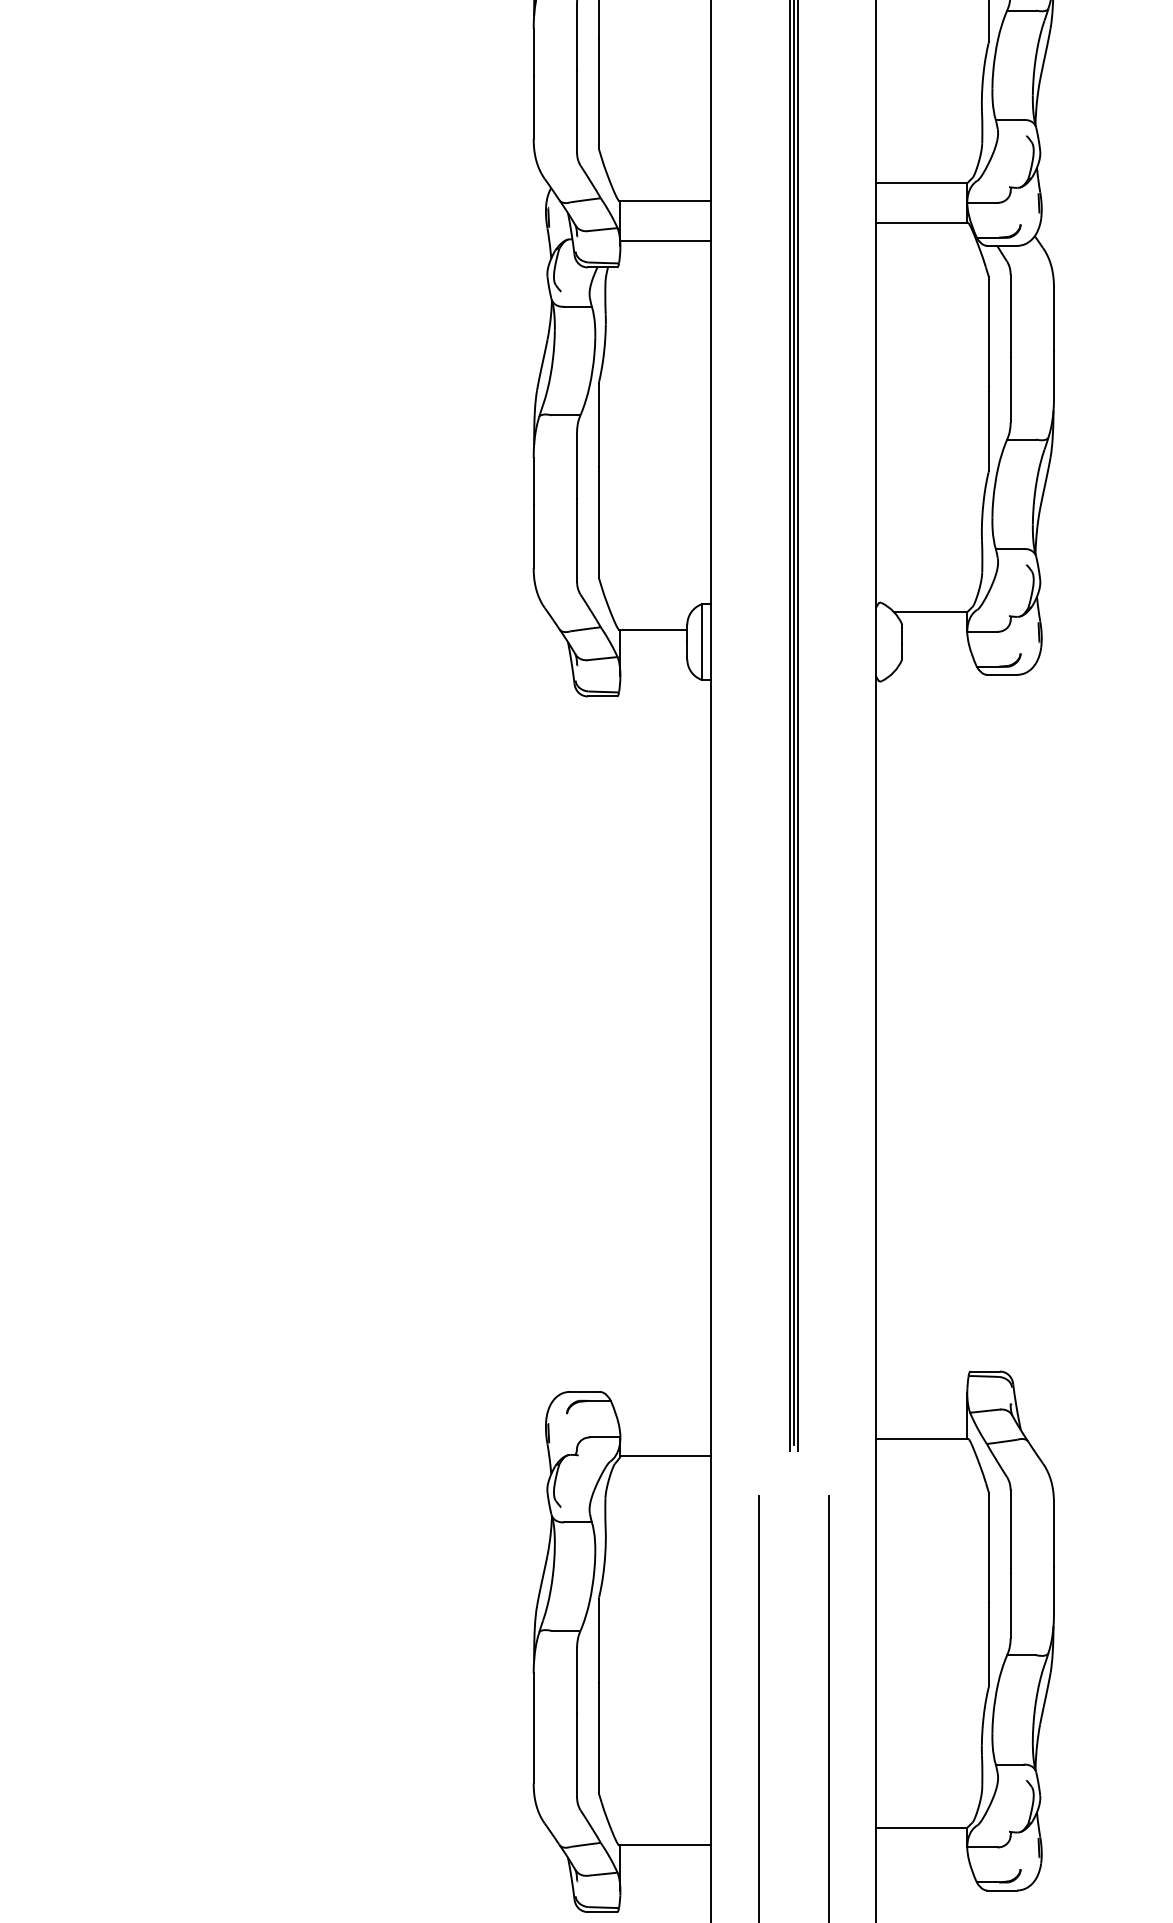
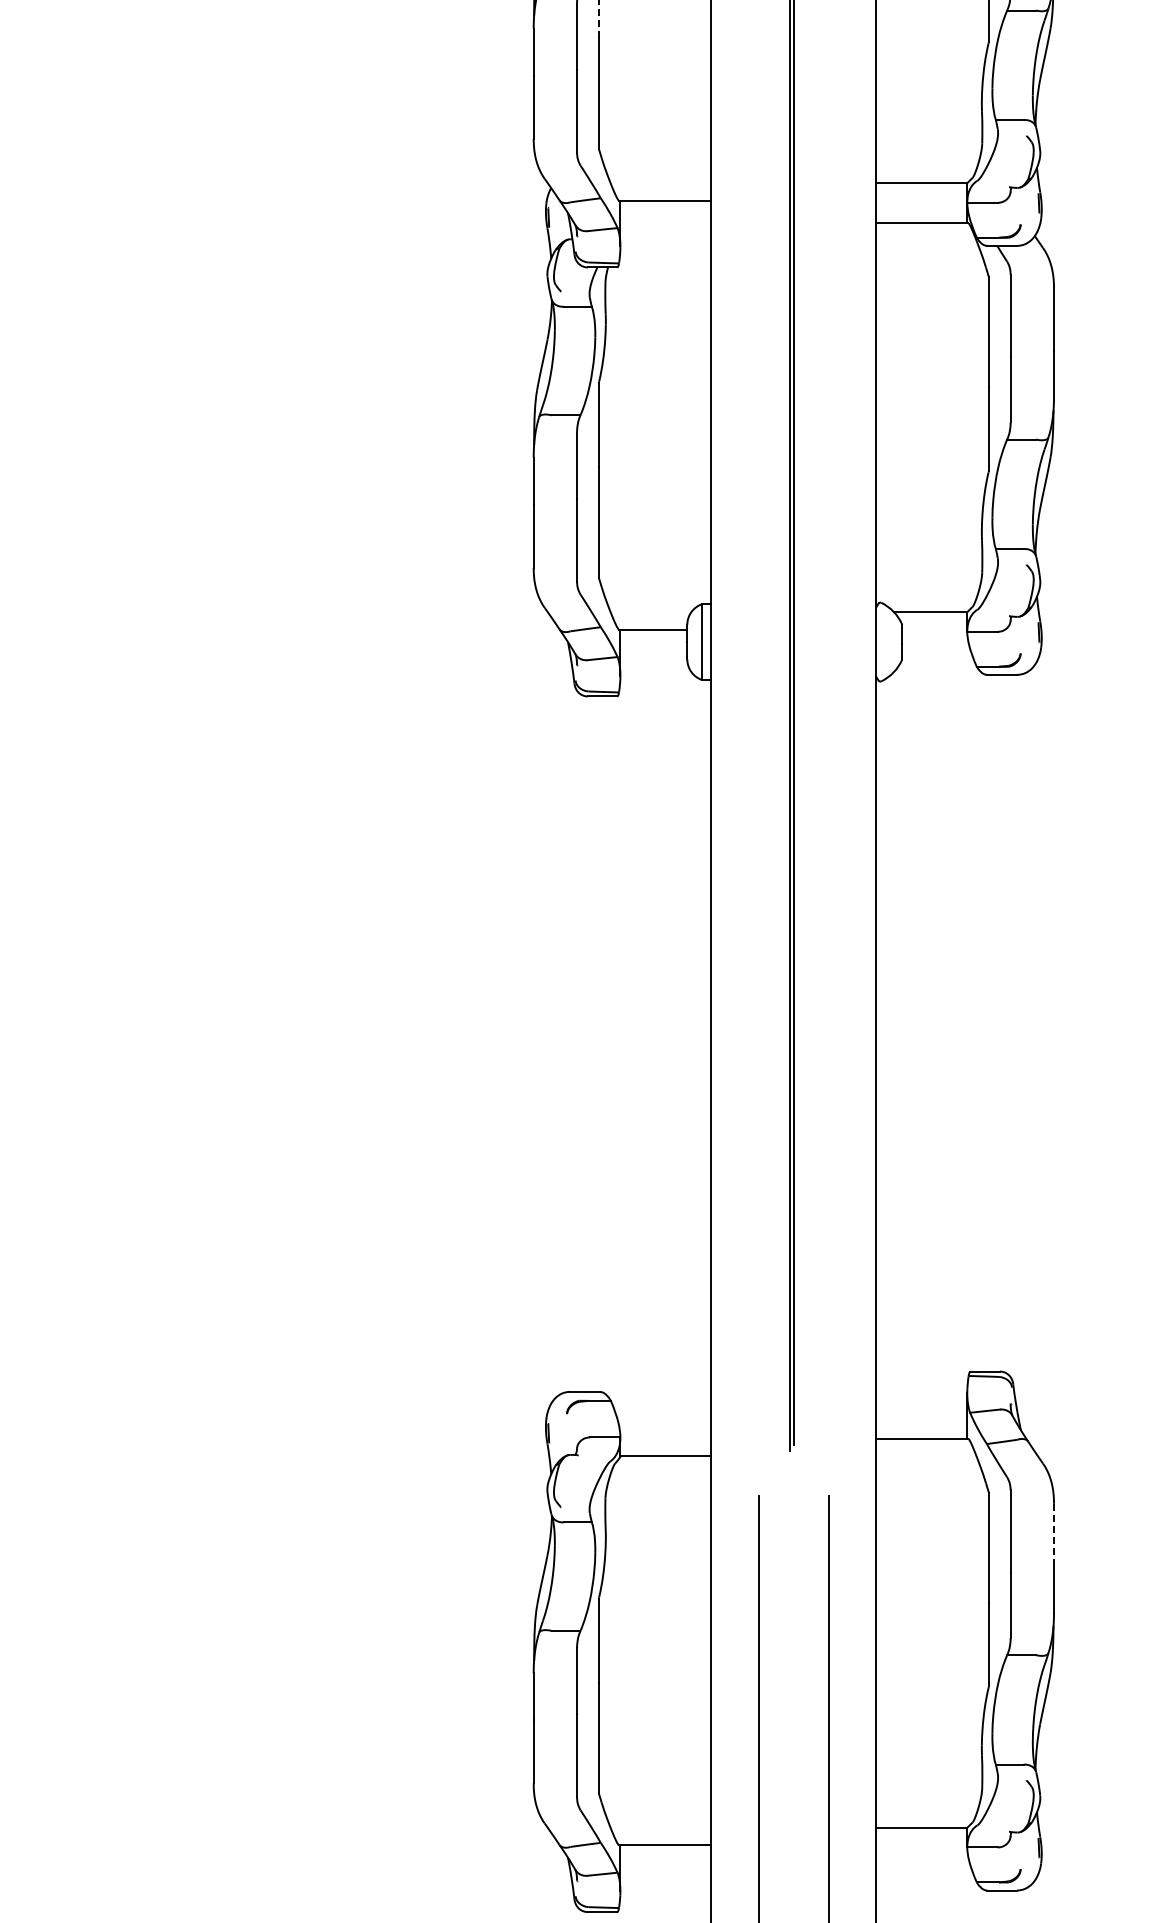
line at (598, 19): solid -> dashed
line at (665, 240): present -> none
line at (798, 726): present -> none
line at (1054, 1535): solid -> dashed
